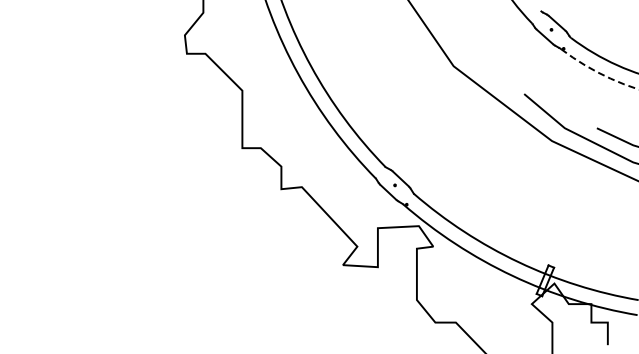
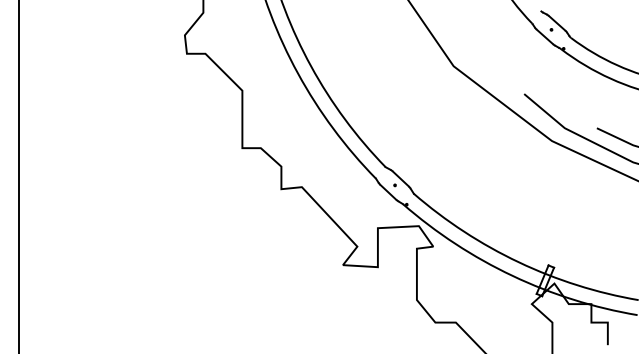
arc at (598, 72): dashed -> solid
line at (19, 176): none -> present
